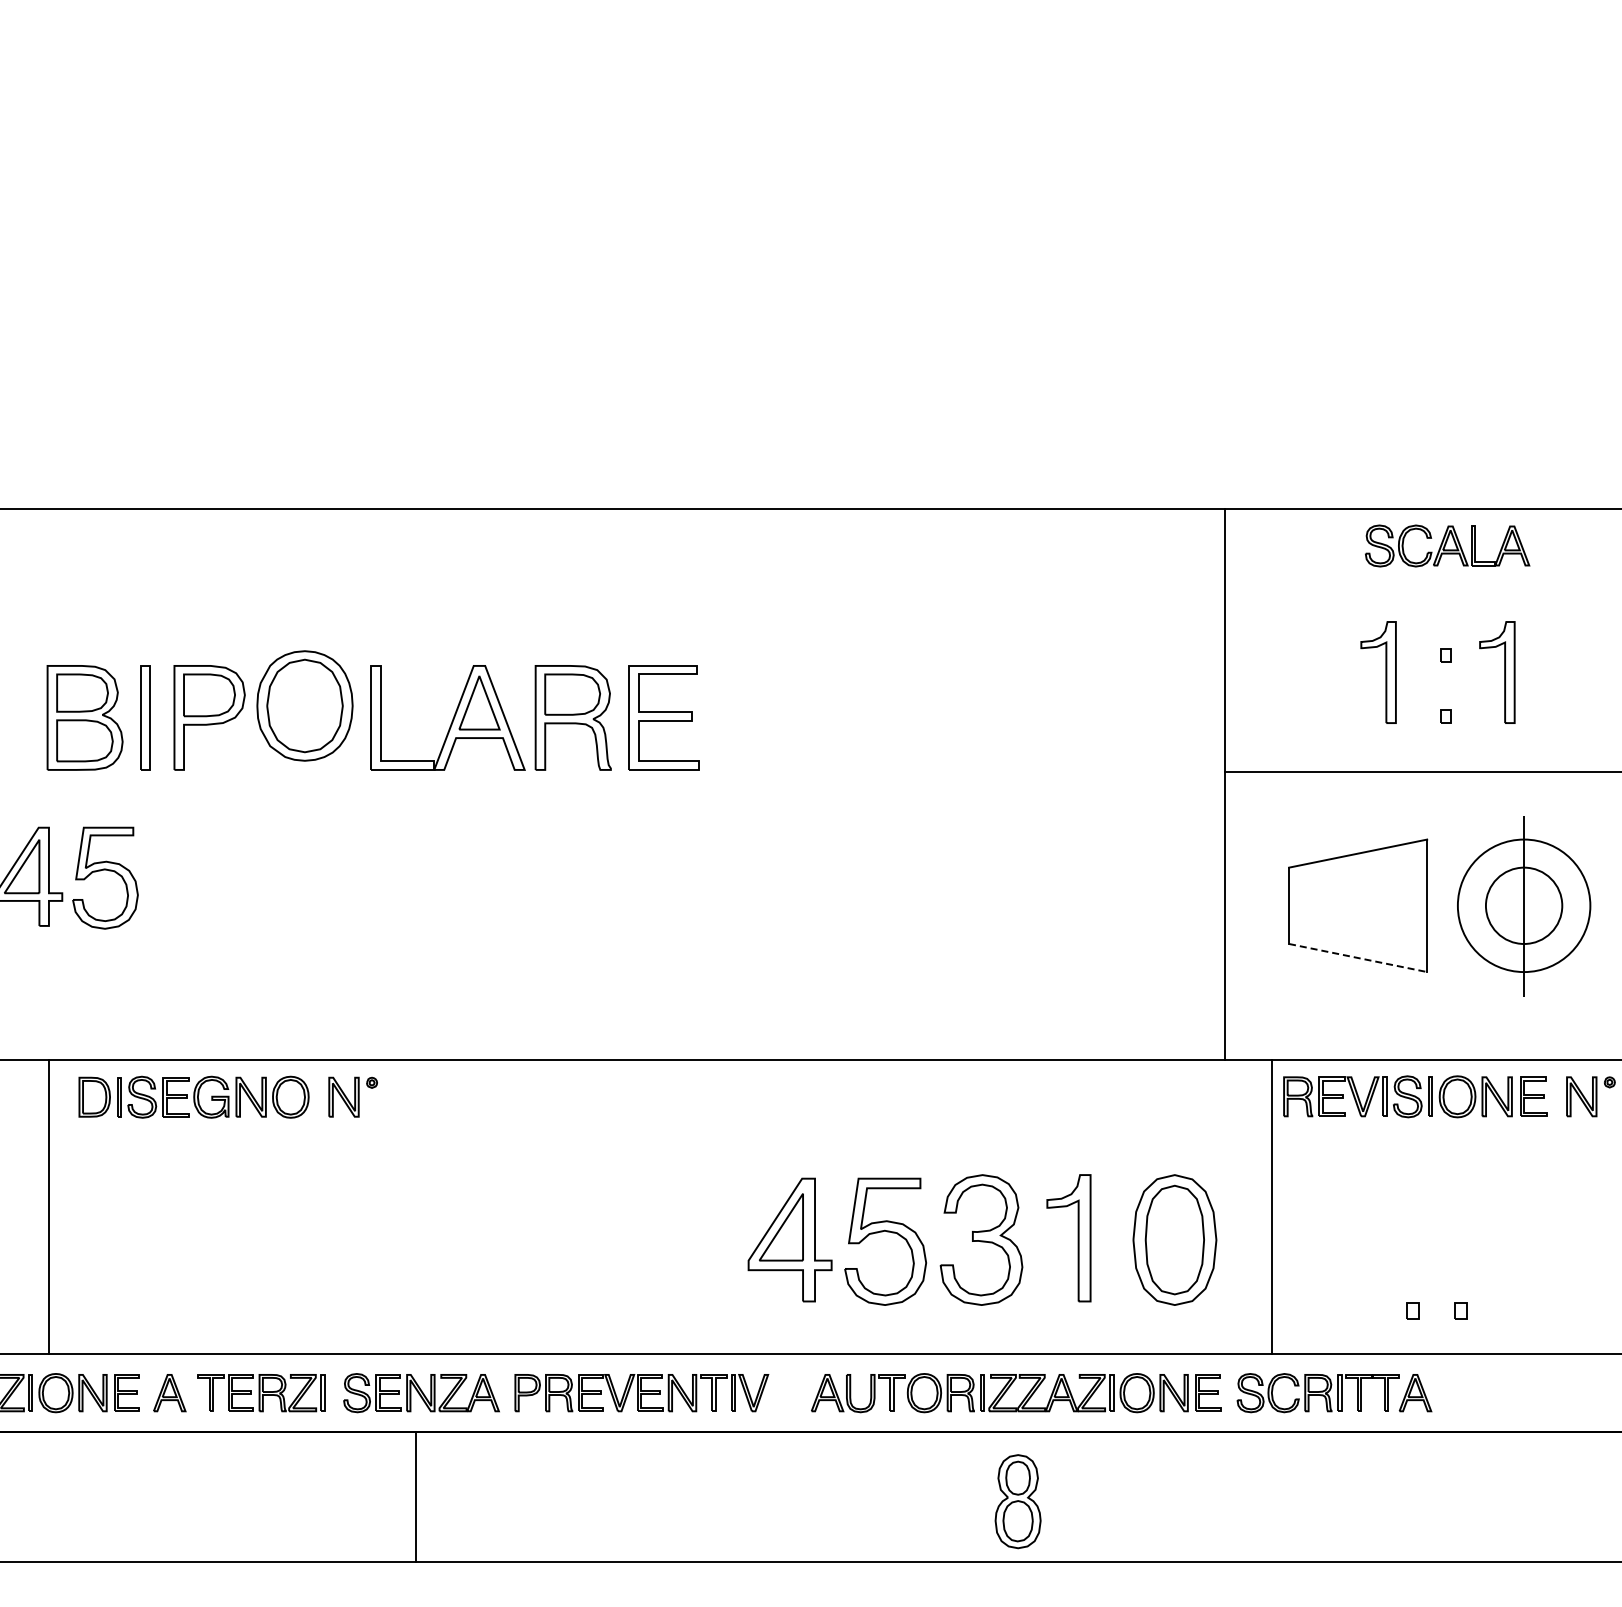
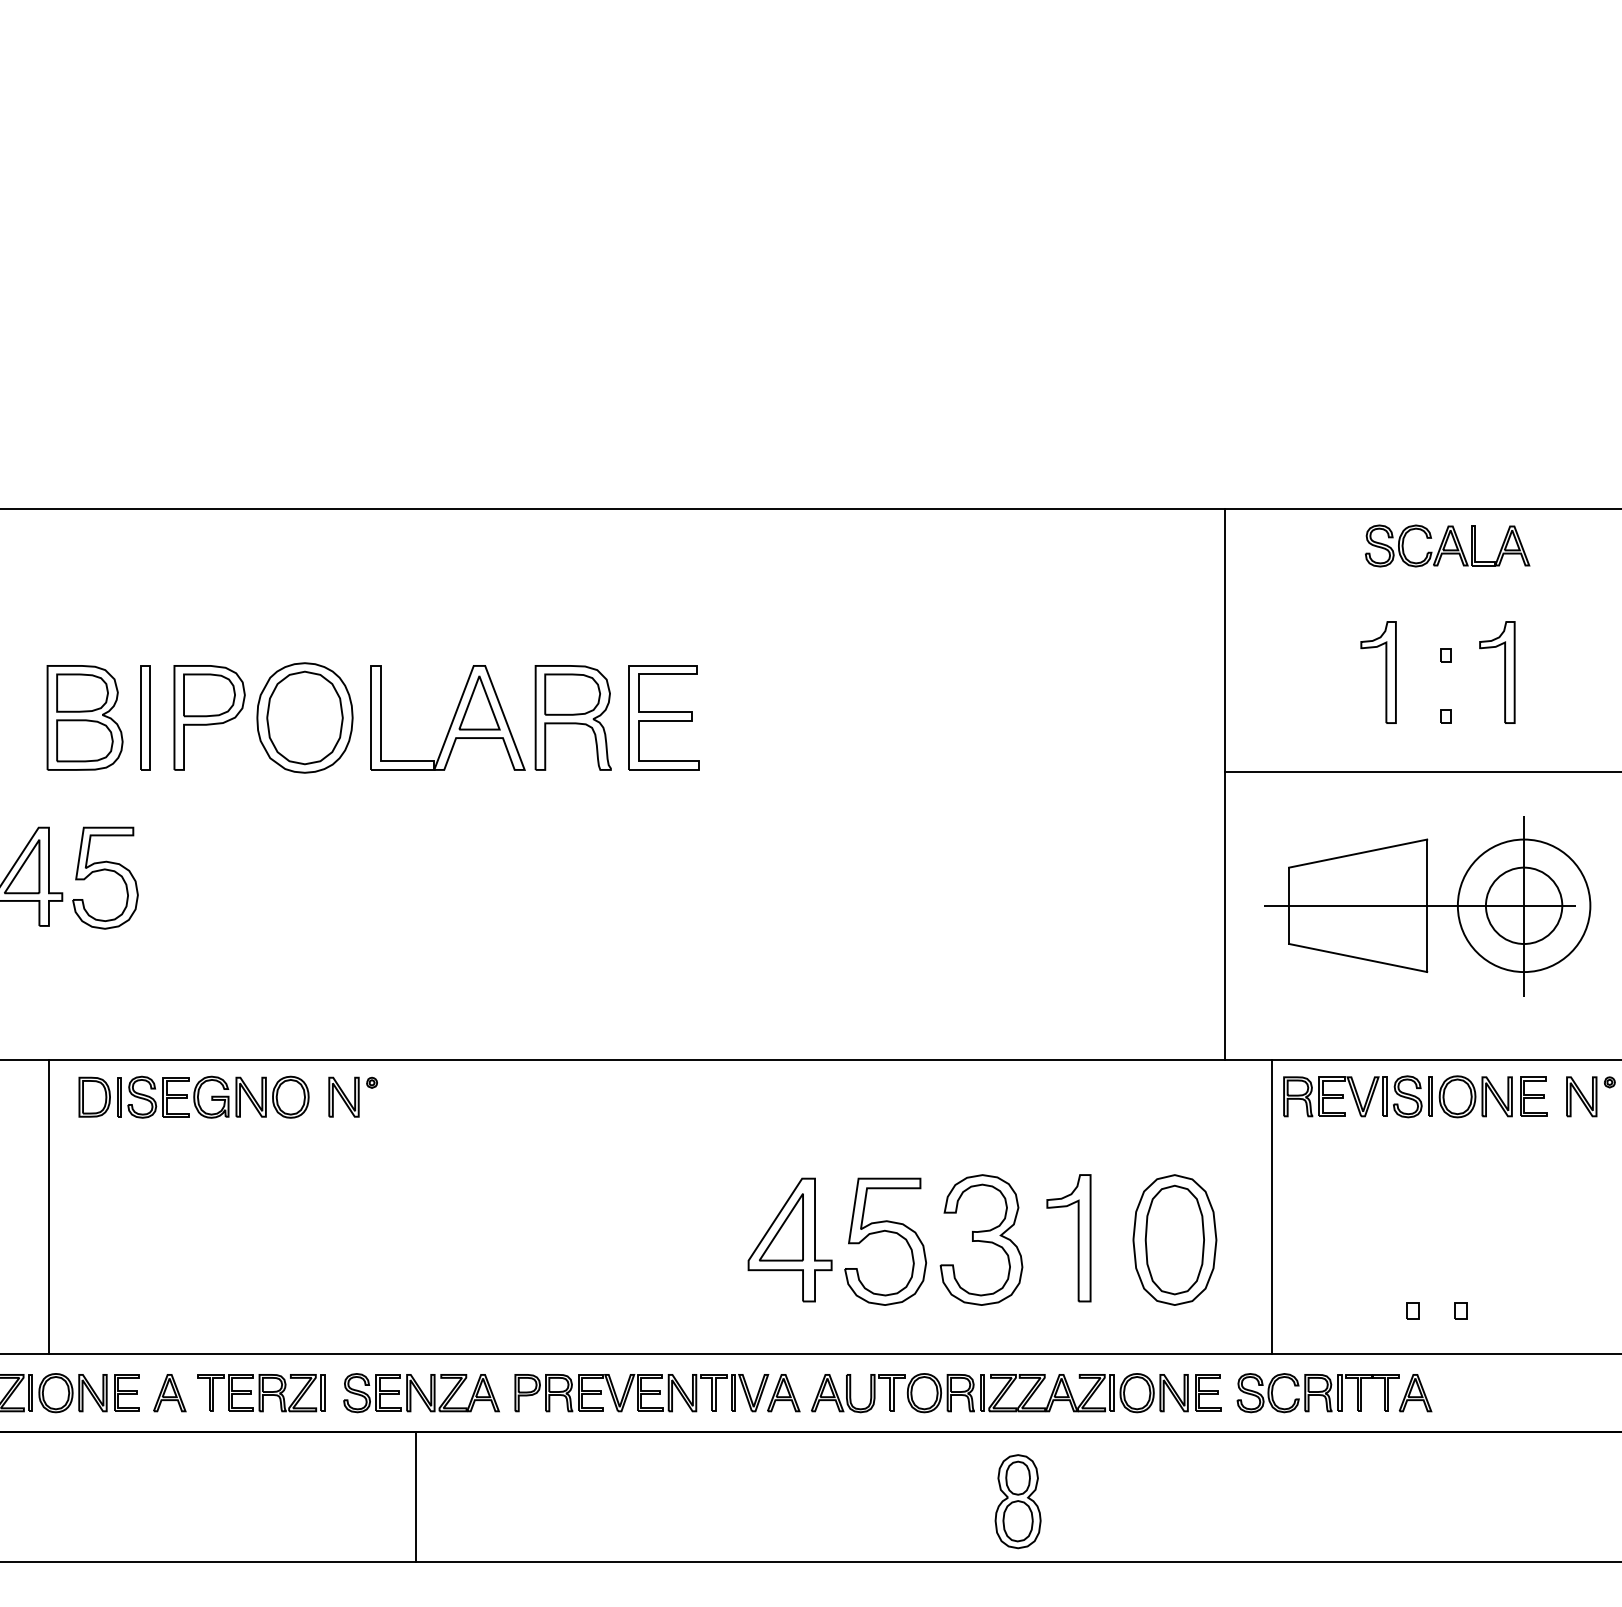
part at (304, 705) position: (304, 705) -> (304, 717)
line at (1439, 905): none -> present
line at (1358, 958): dashed -> solid
part at (783, 1393): none -> present
